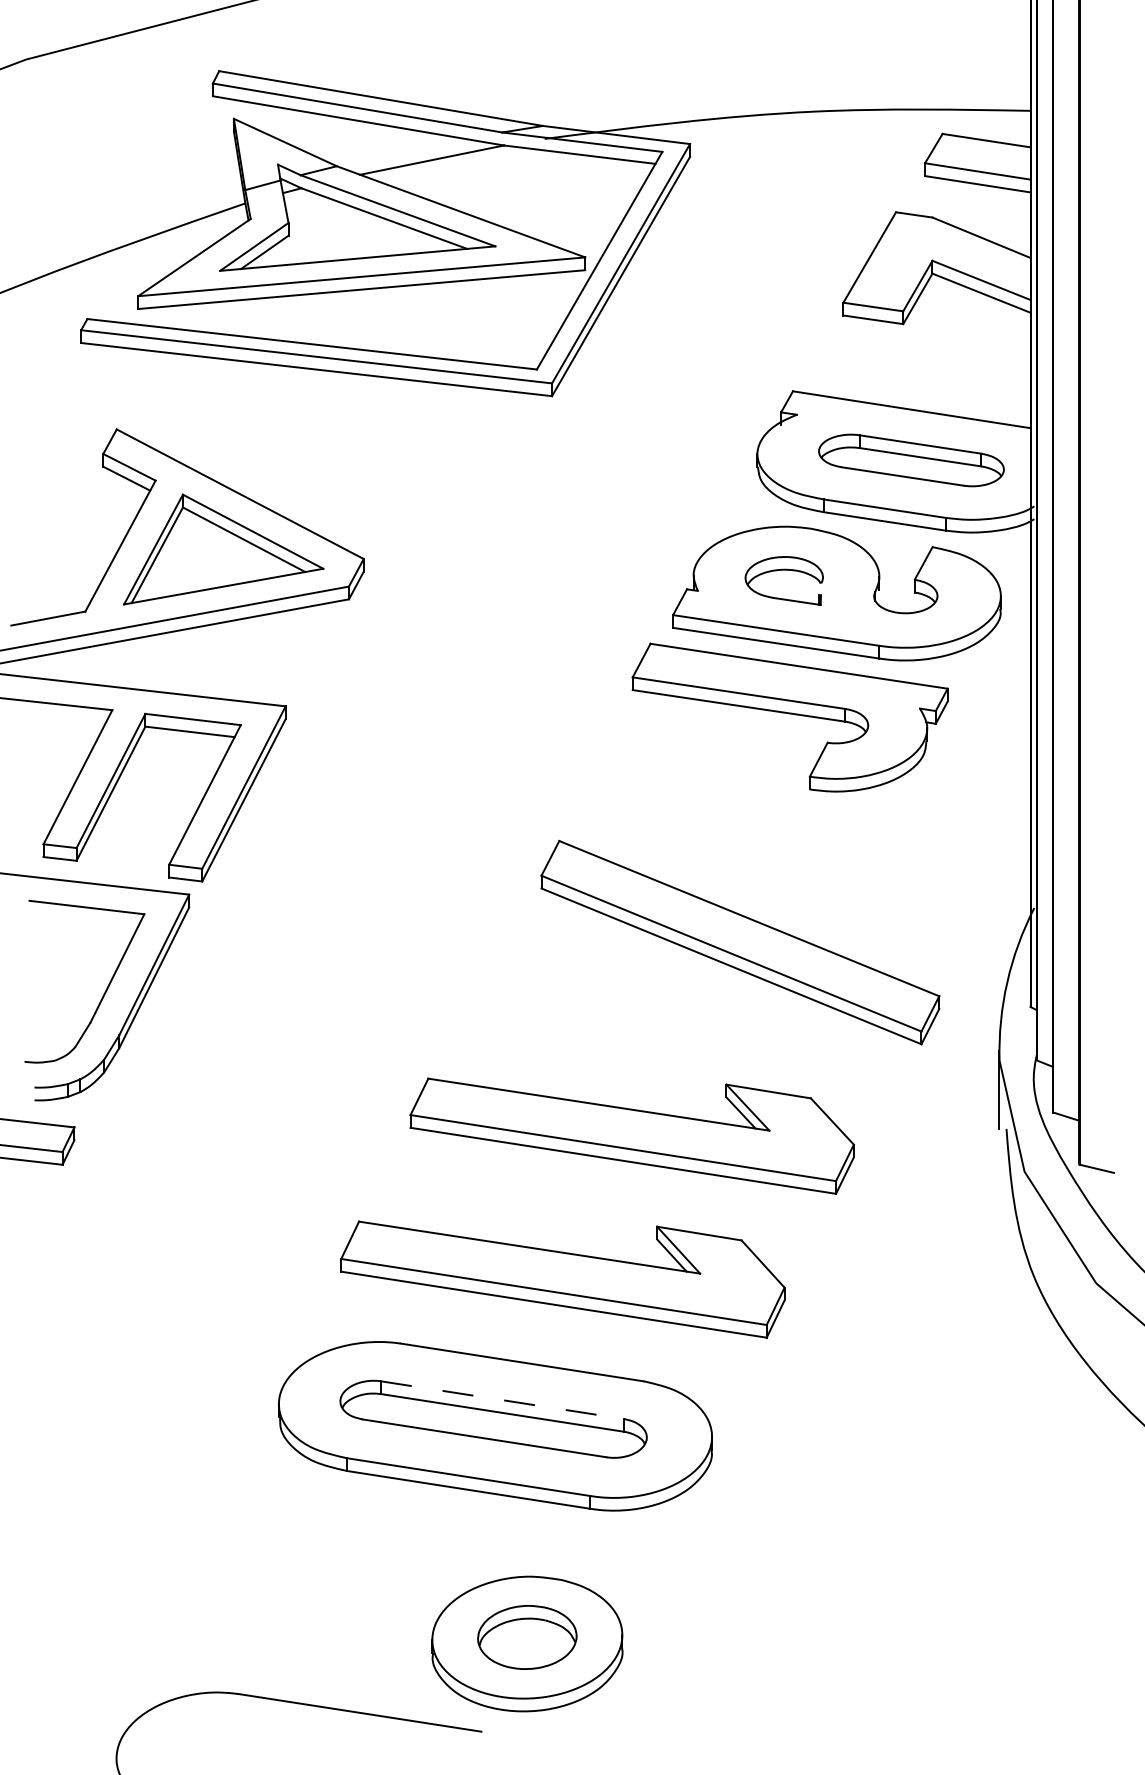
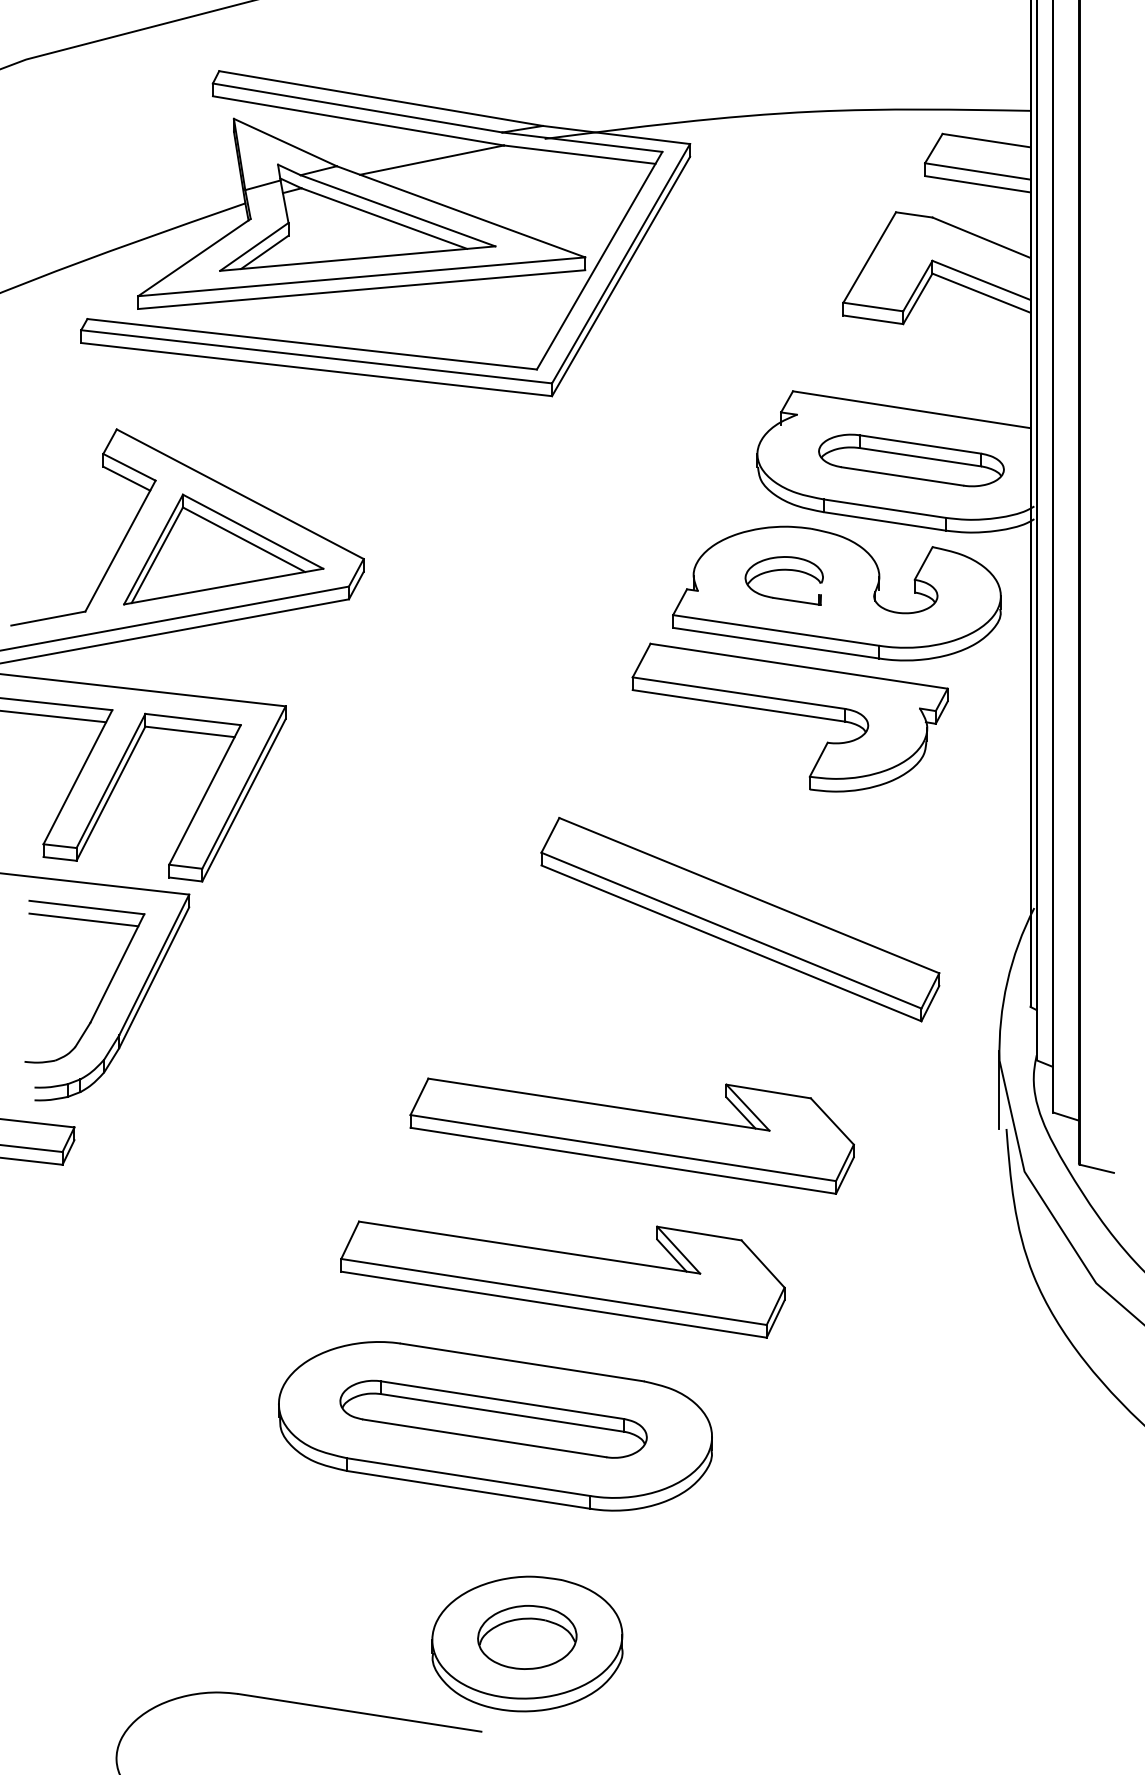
line at (54, 716): none -> present
line at (83, 919): none -> present
part at (740, 942) position: (740, 942) -> (740, 919)
line at (503, 1400): dashed -> solid
